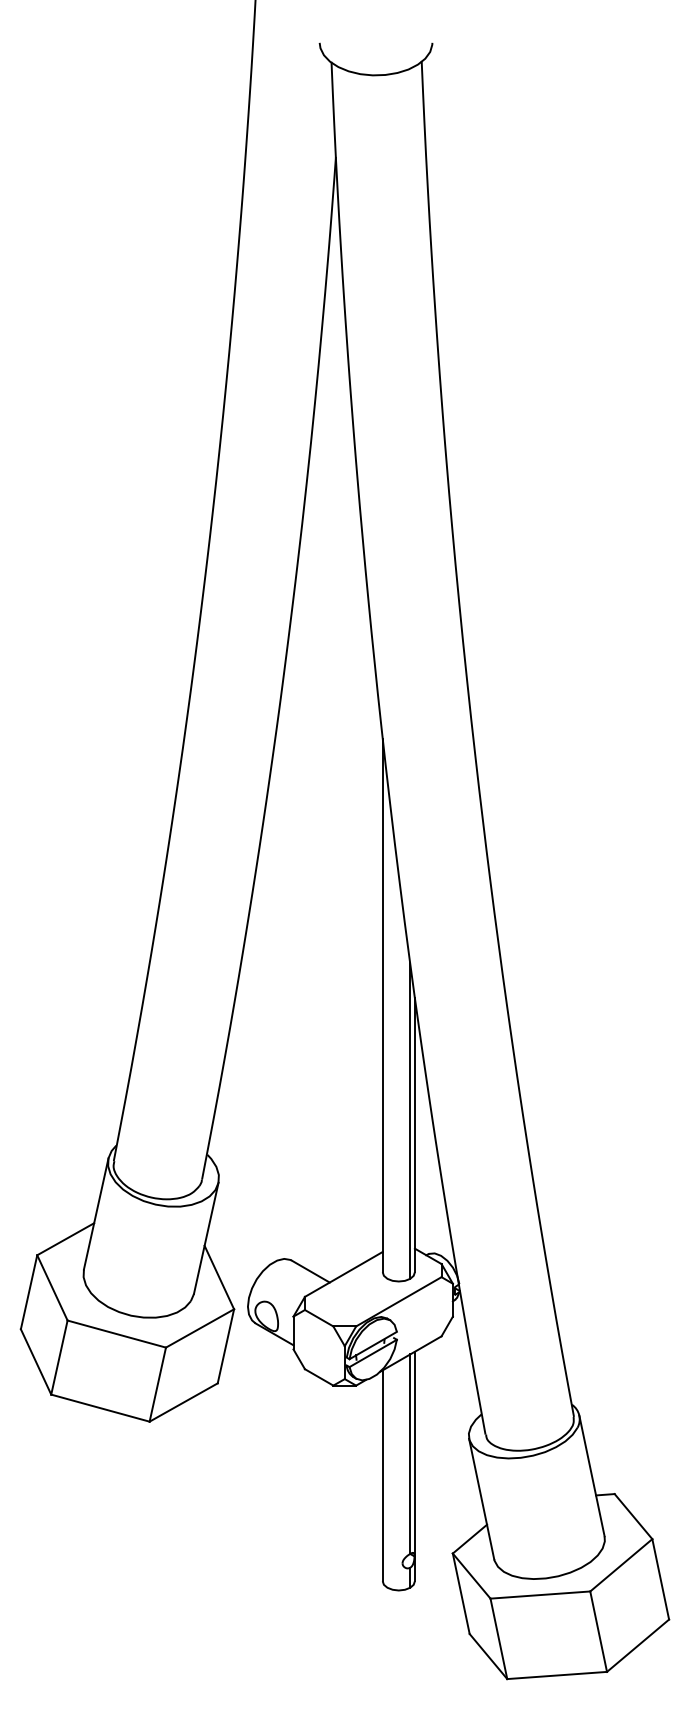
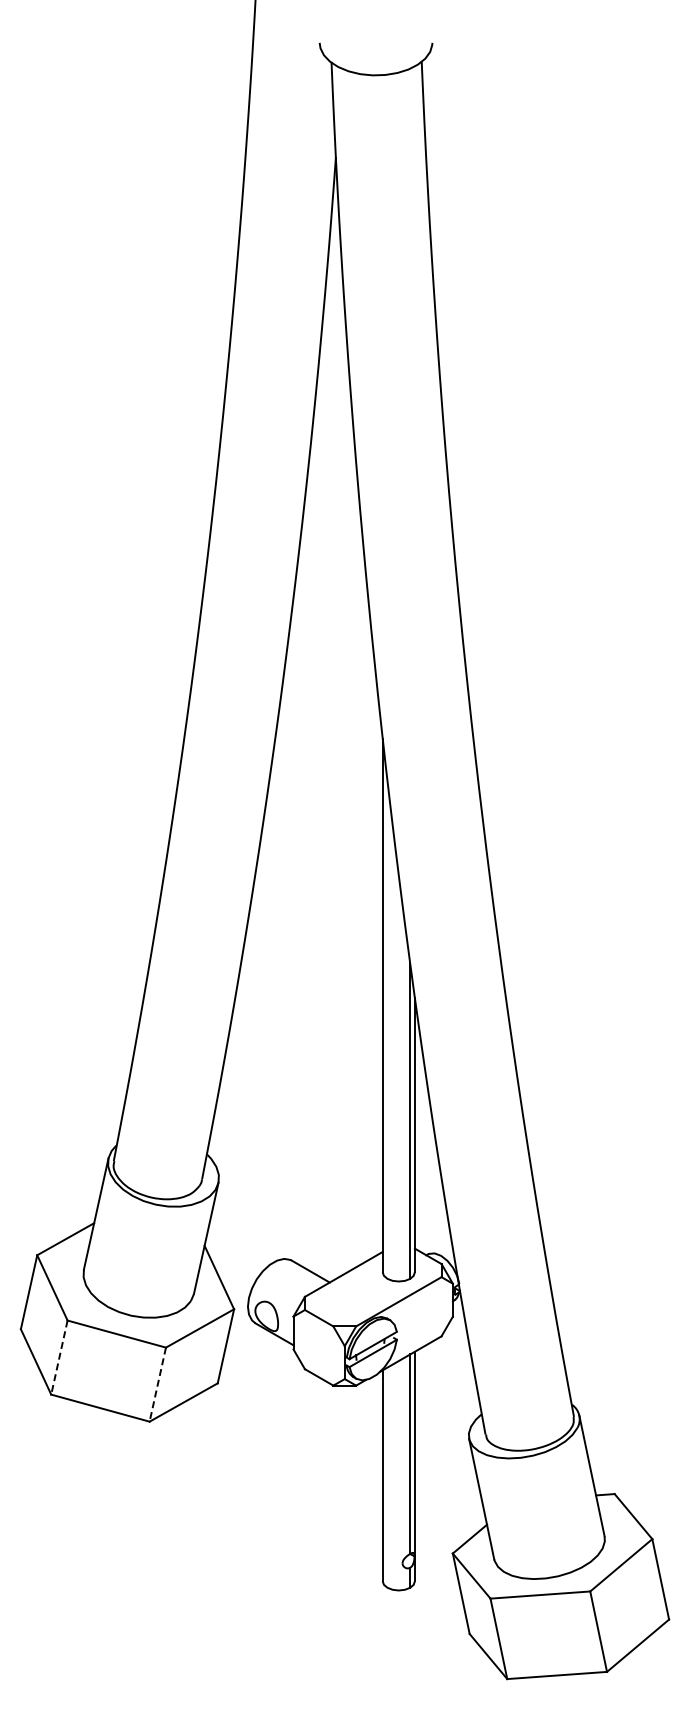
line at (59, 1357): solid -> dashed
line at (157, 1384): solid -> dashed
